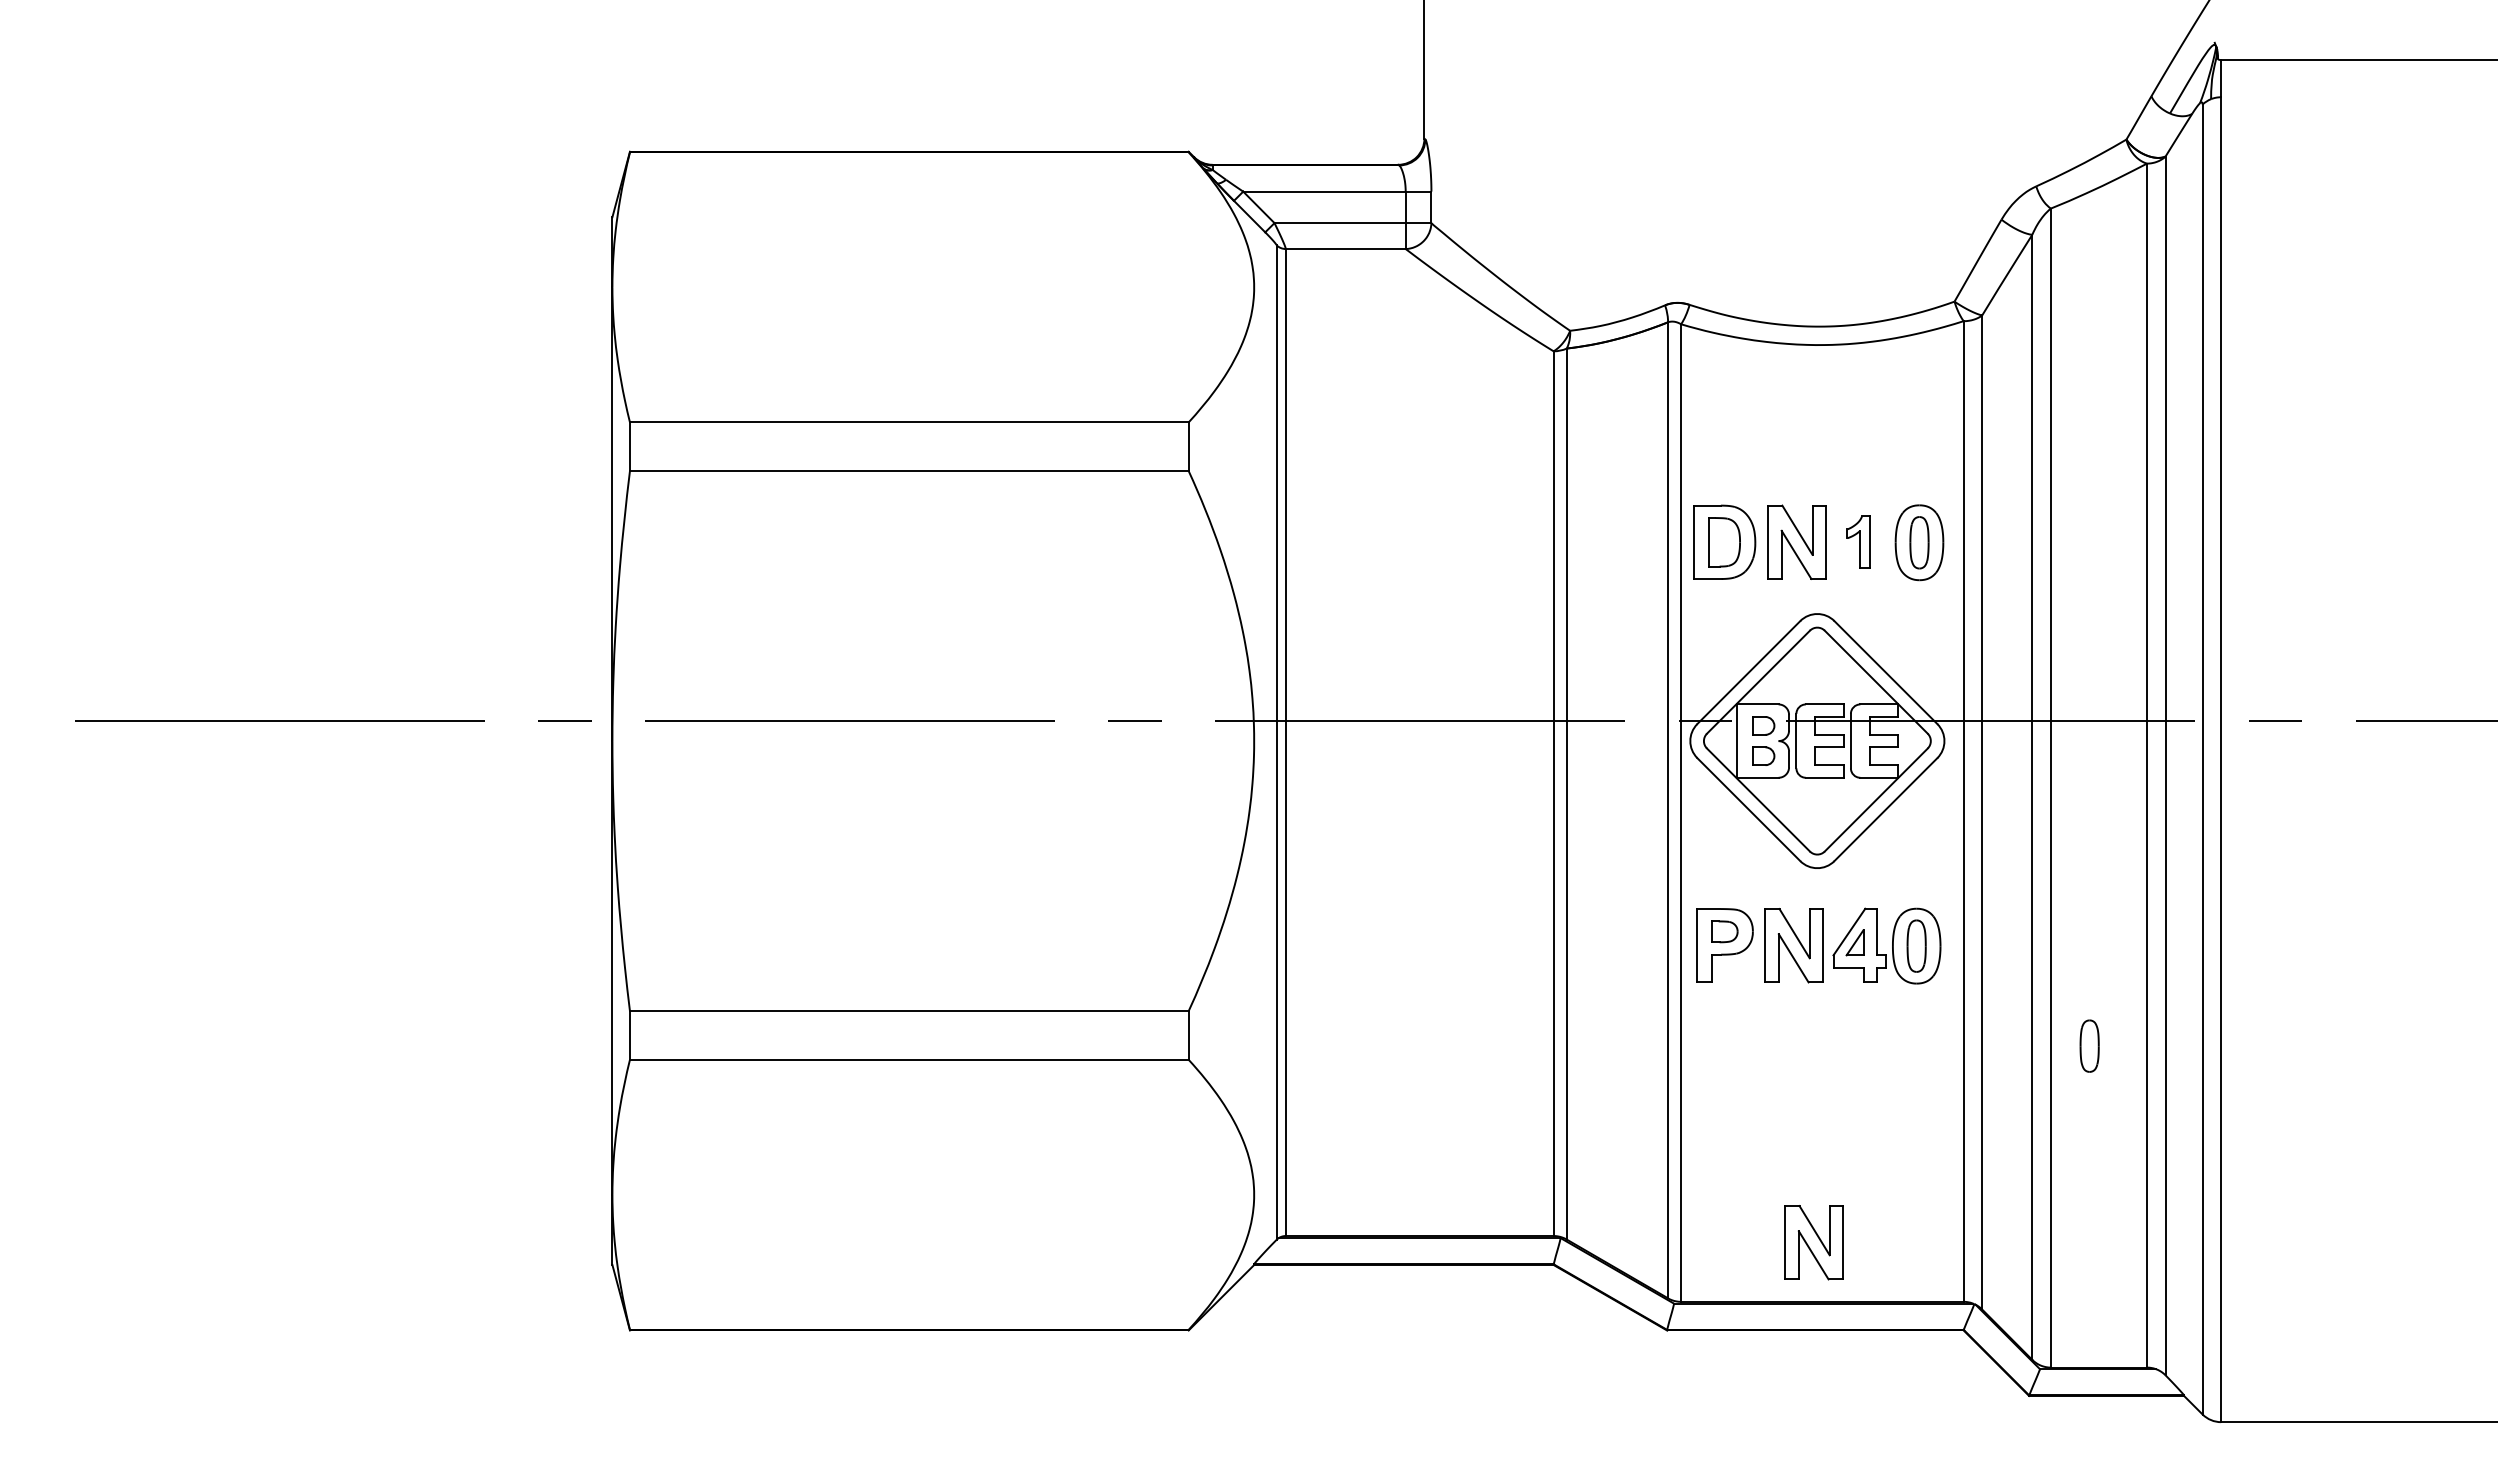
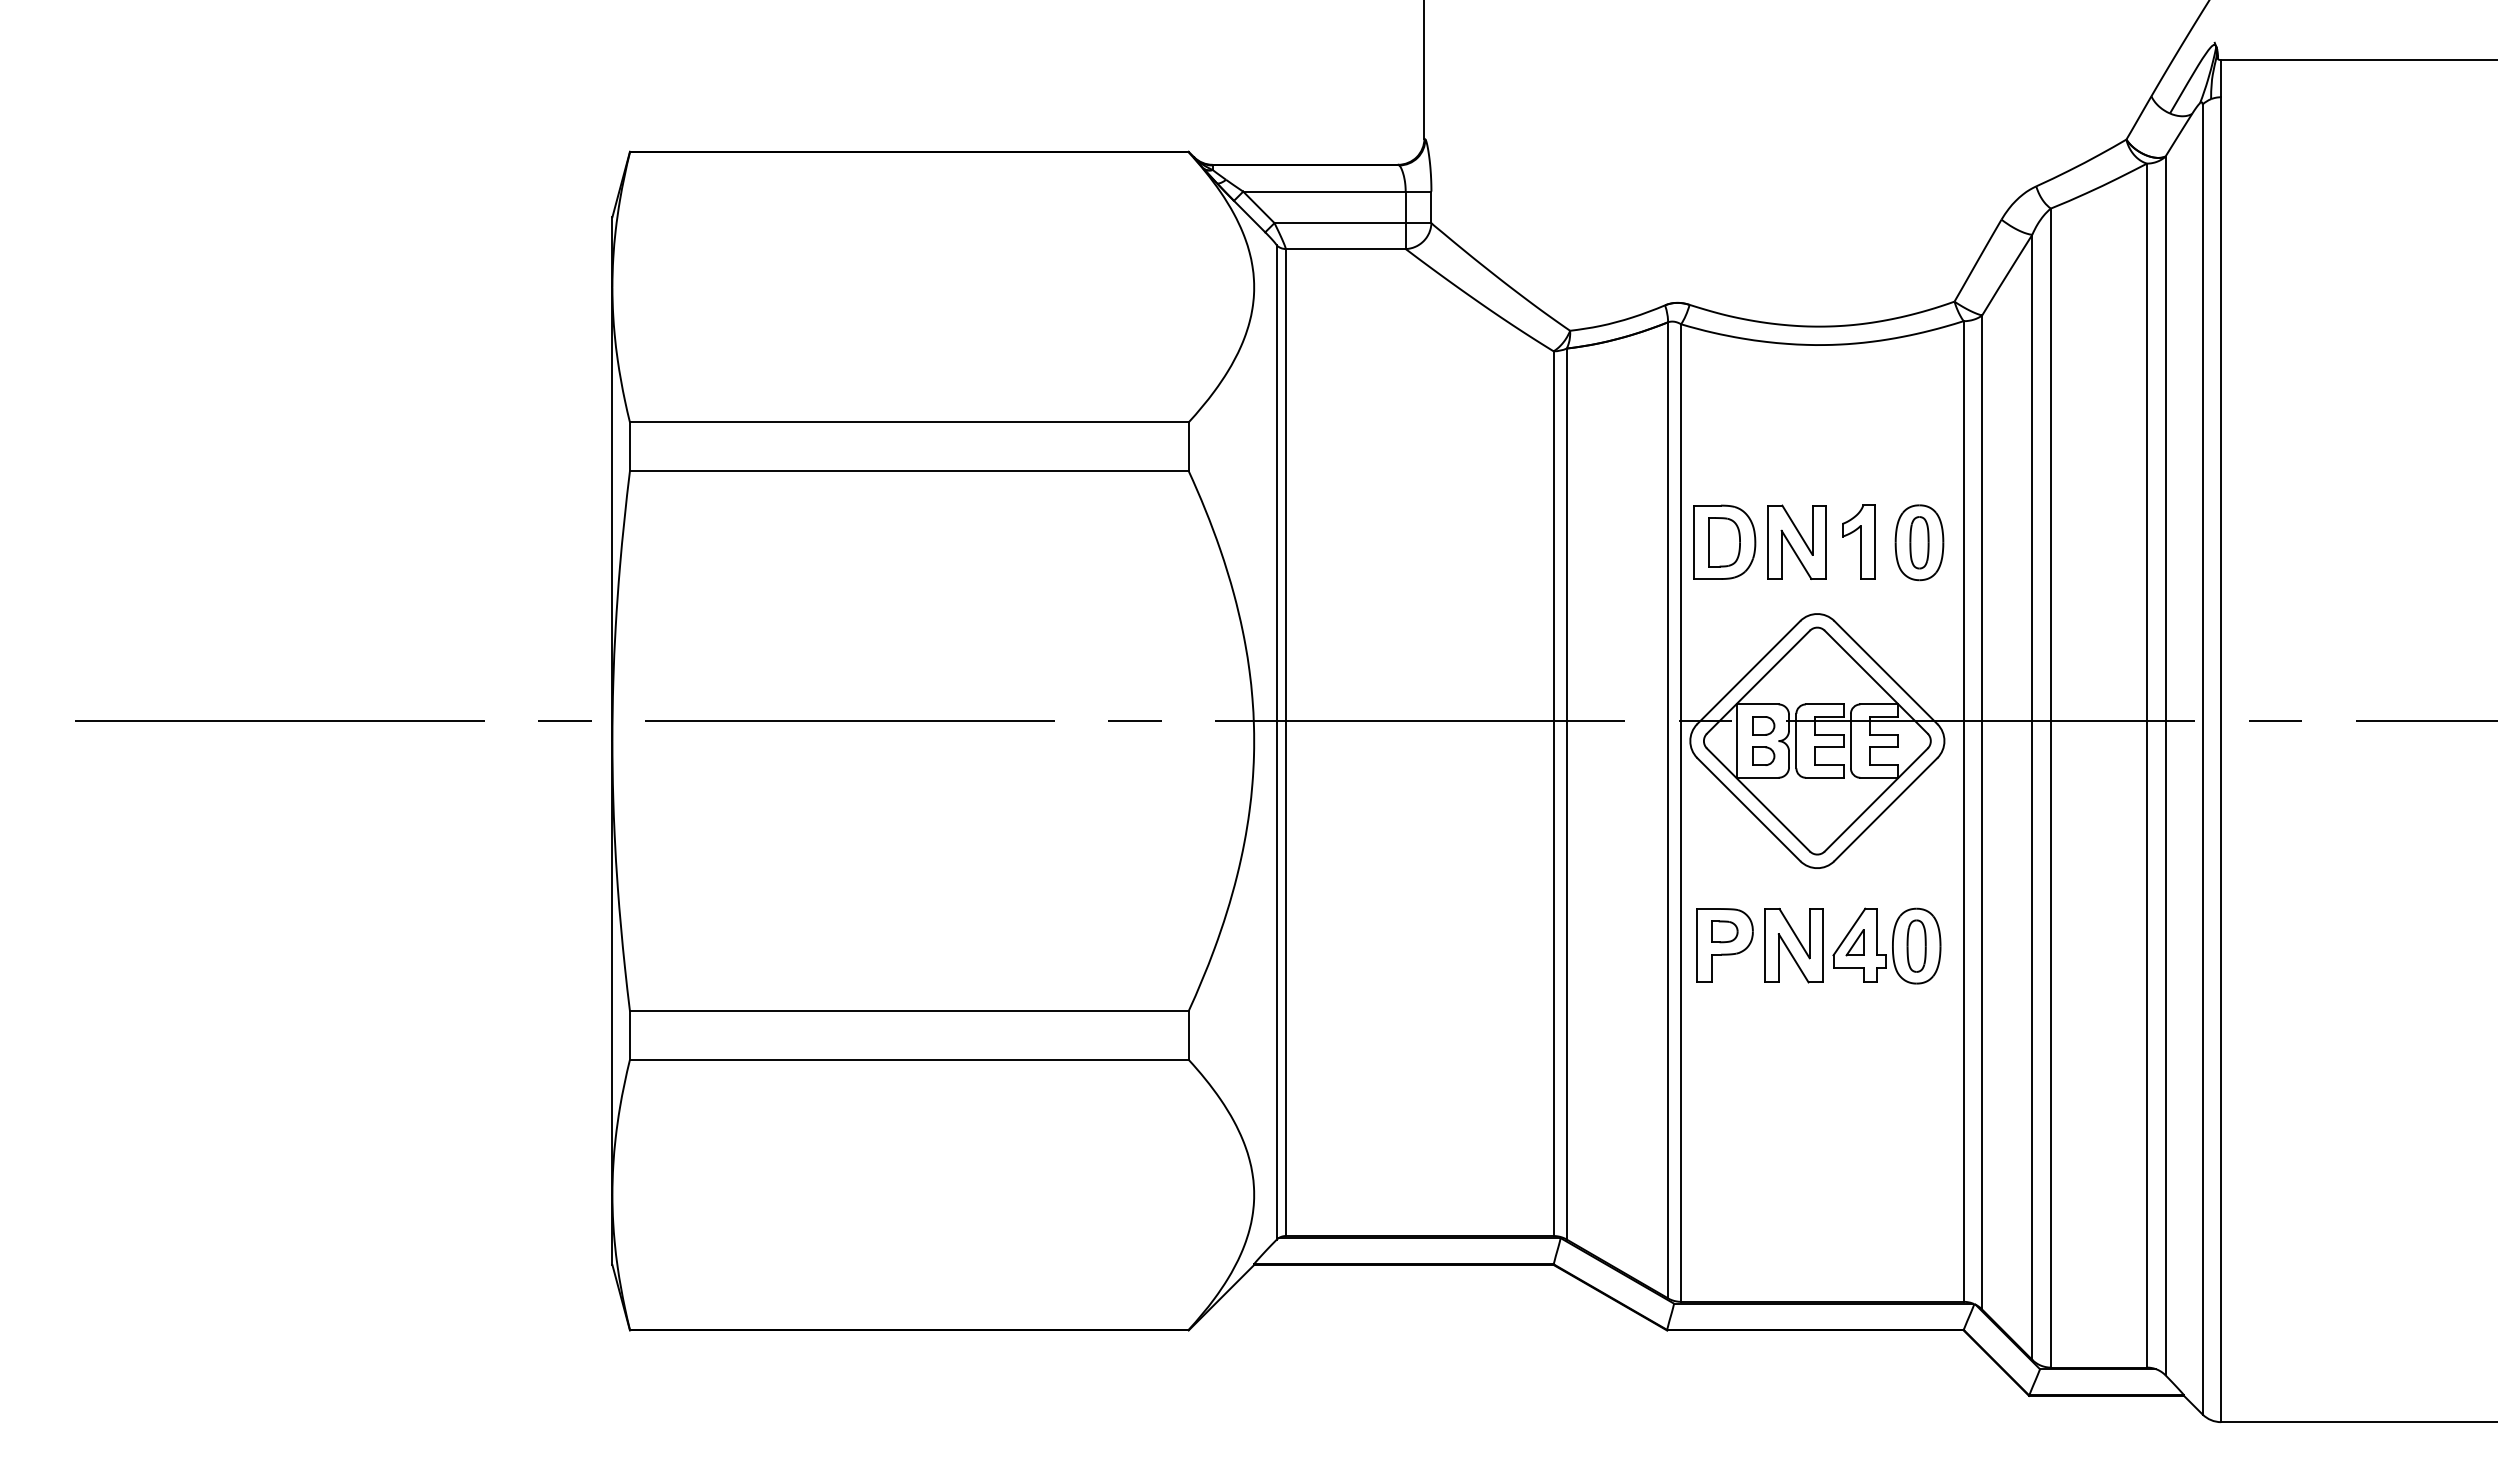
part at (1858, 541) size: 25x54 px -> 34x76 px
part at (2089, 1045): present -> none
part at (1813, 1242): present -> none
